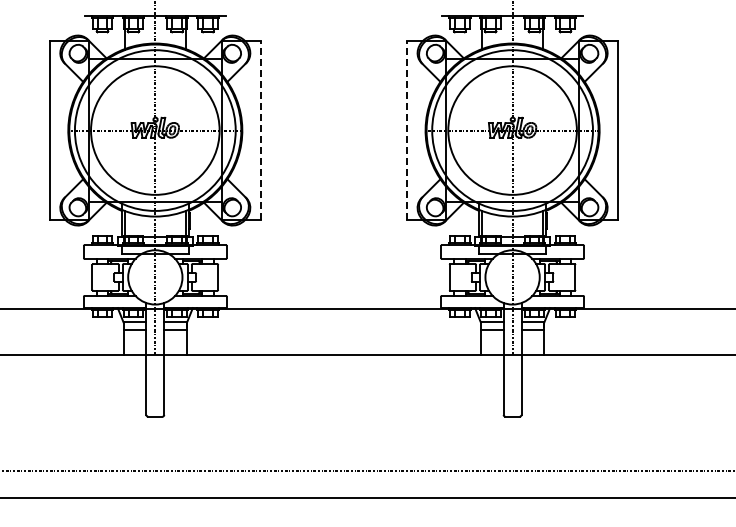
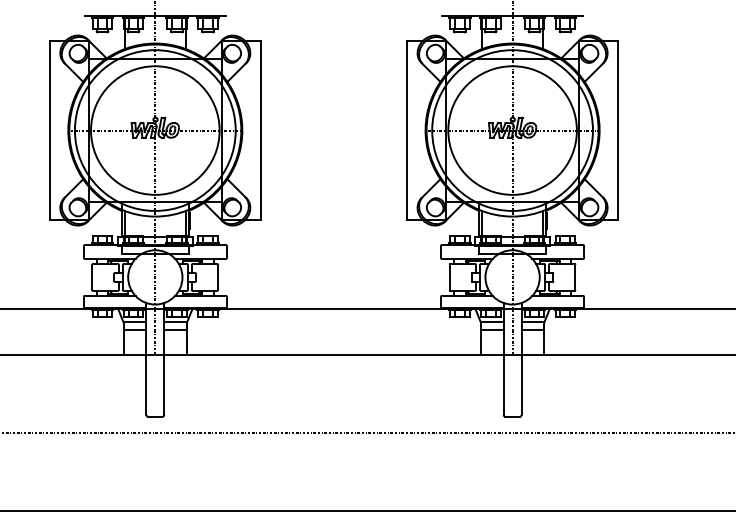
line at (261, 130): dashed -> solid
line at (406, 130): dashed -> solid
line at (367, 470) position: (367, 470) -> (367, 432)
line at (367, 498) position: (367, 498) -> (367, 511)
